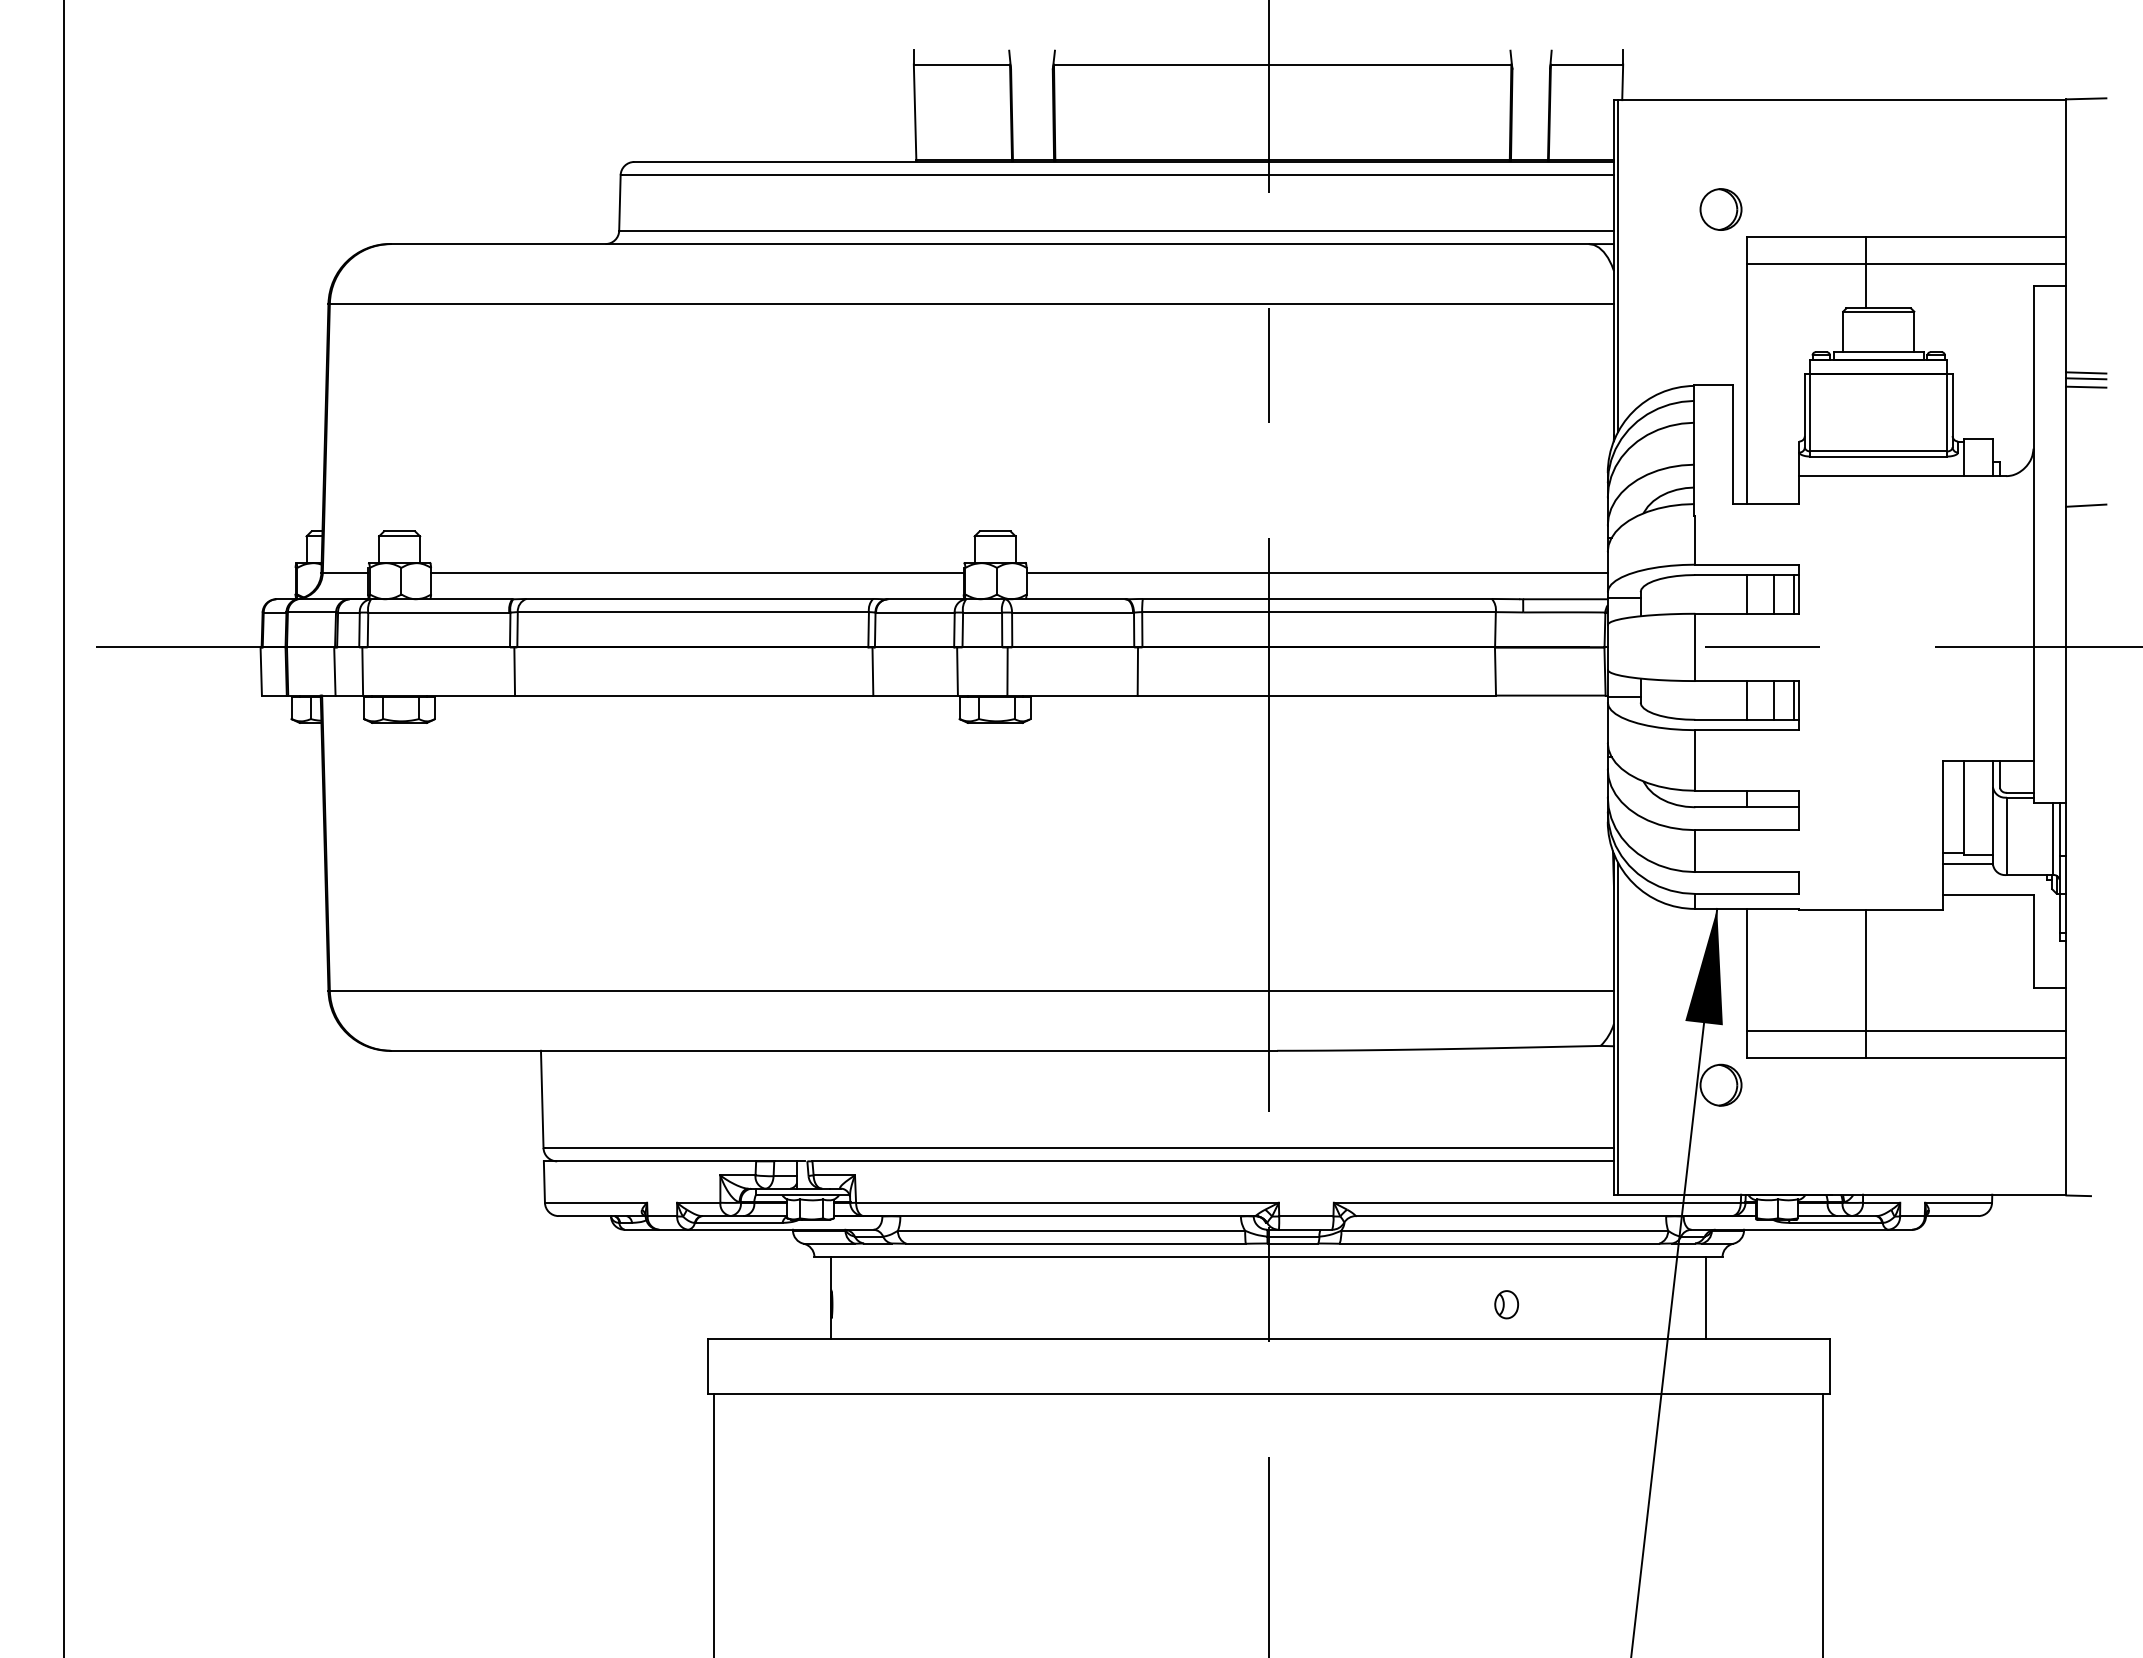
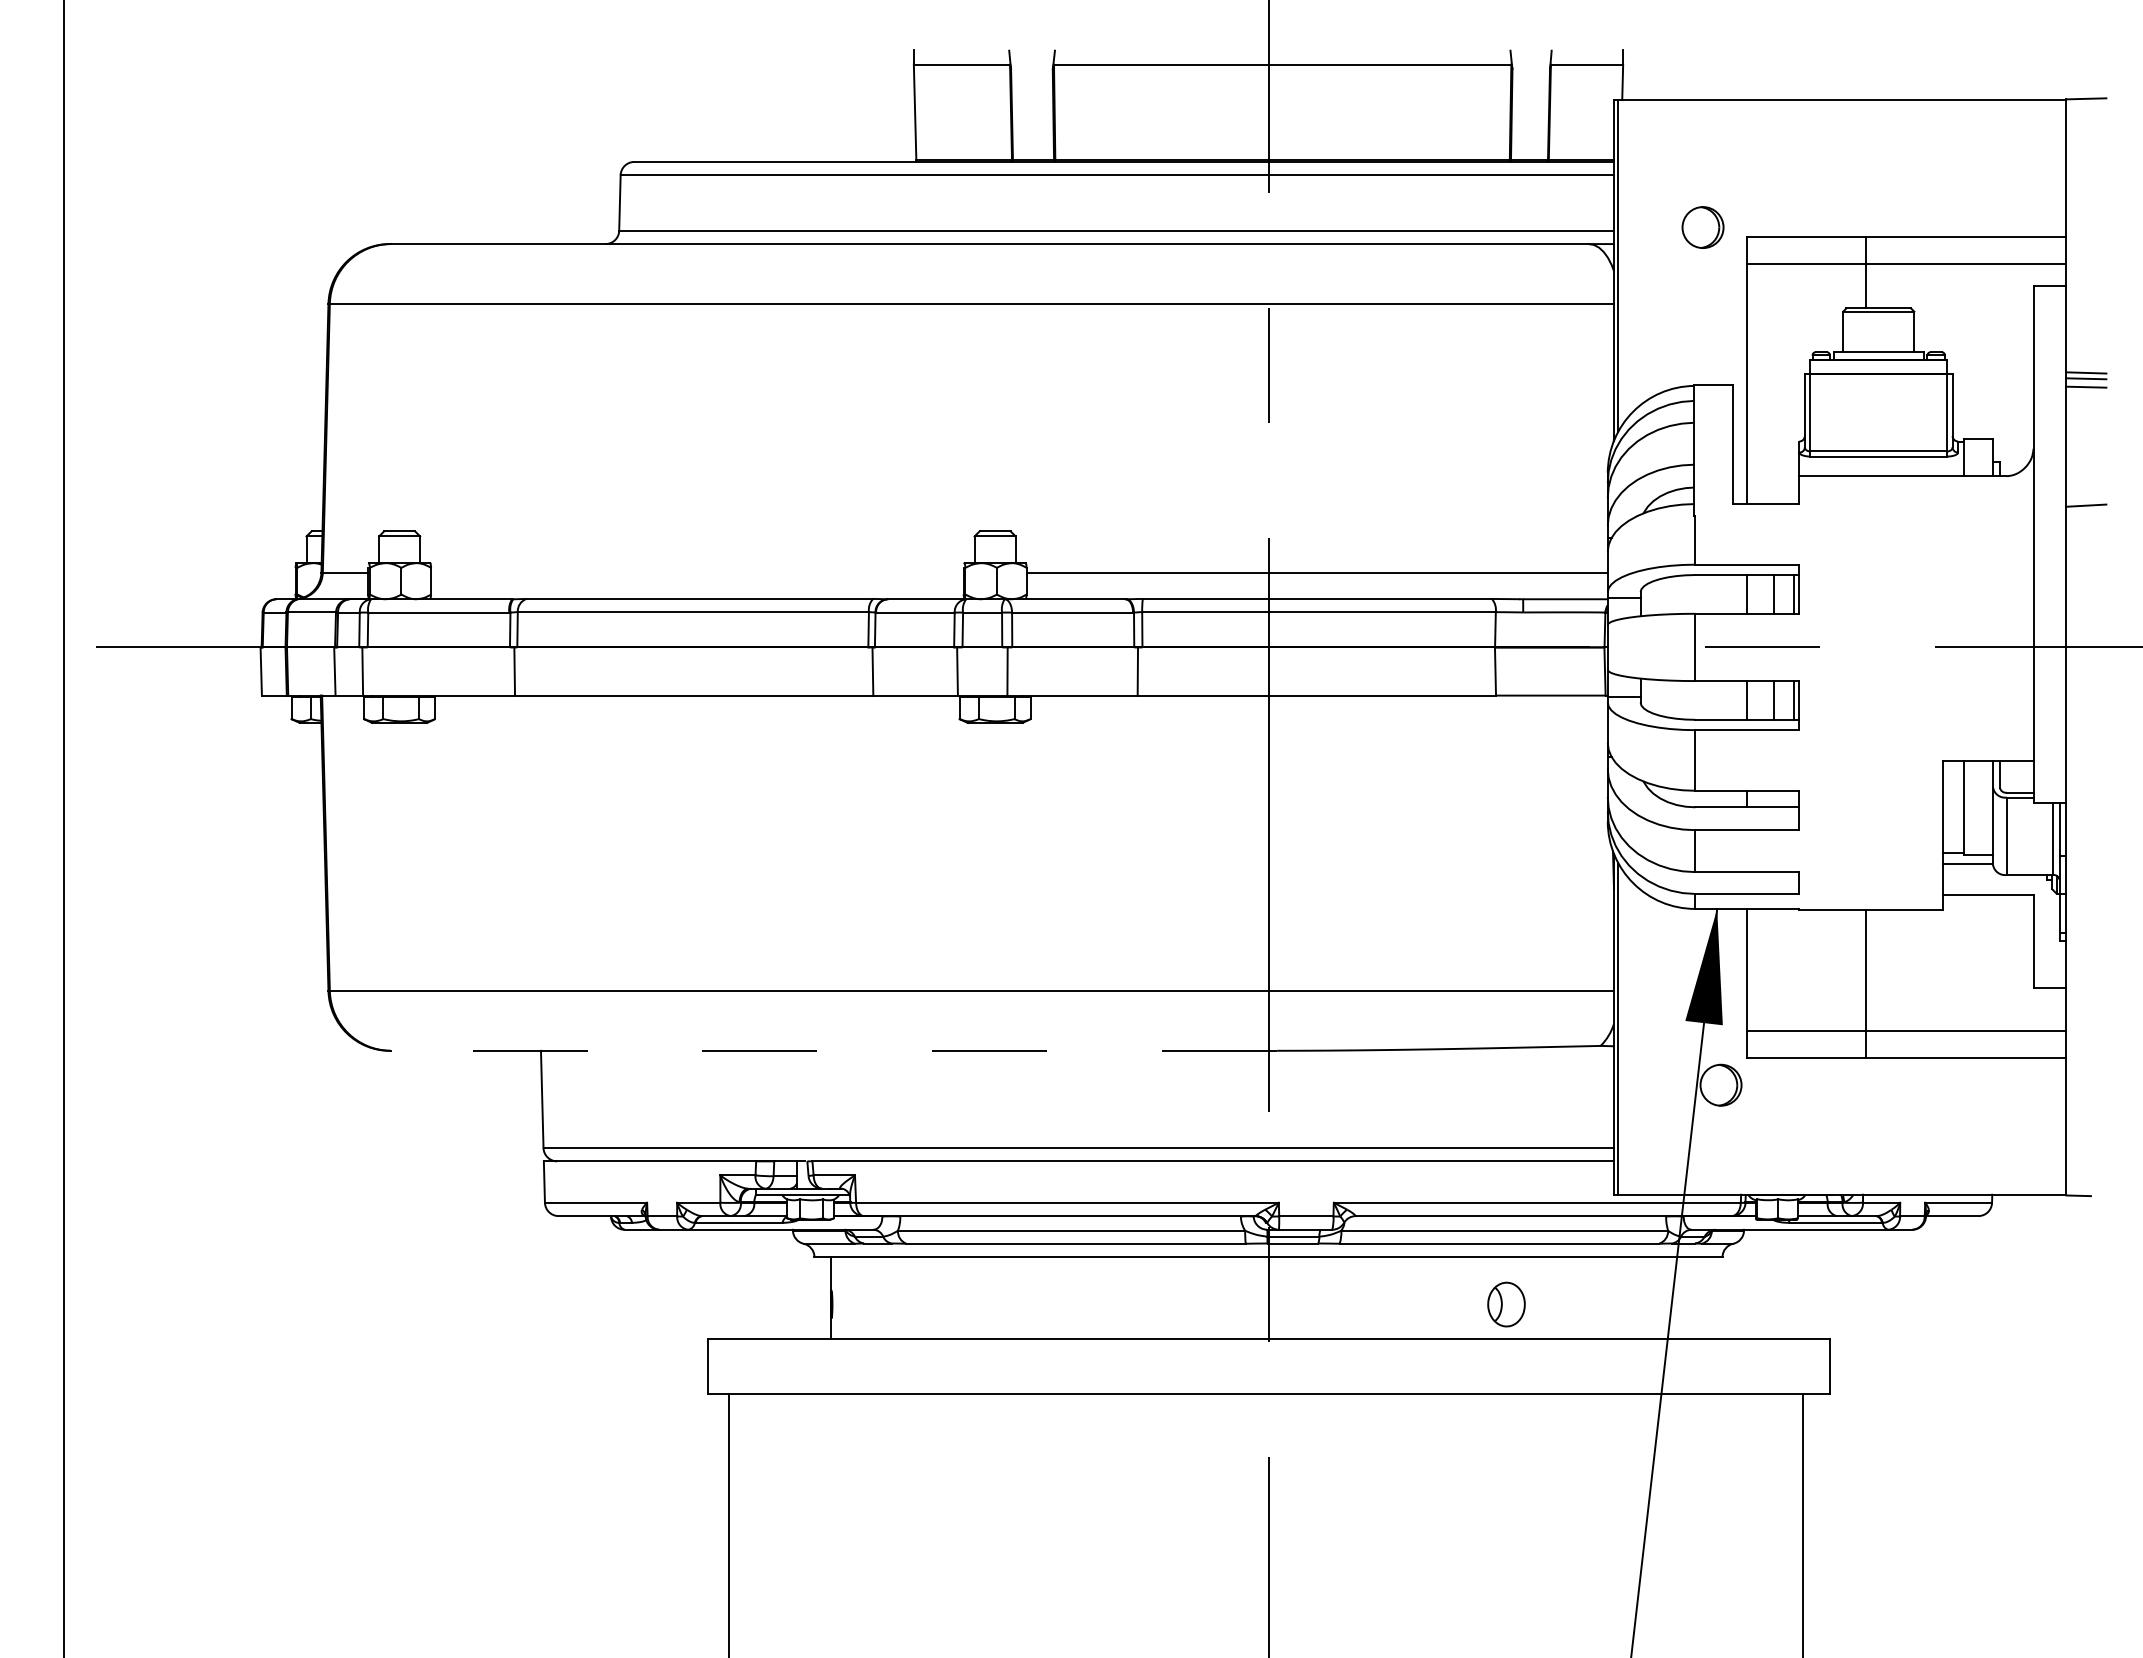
part at (1720, 209) position: (1720, 209) -> (1702, 227)
line at (697, 572): present -> none
line at (833, 1050): solid -> dashed
line at (1706, 1297): present -> none
part at (1506, 1304) size: 26x30 px -> 39x47 px
line at (714, 1523) position: (714, 1523) -> (729, 1523)
line at (1822, 1523) position: (1822, 1523) -> (1802, 1523)
